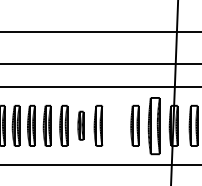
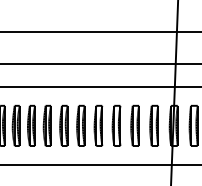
part at (80, 125) size: 8x31 px -> 10x43 px
part at (116, 125): none -> present
part at (153, 126) size: 14x59 px -> 10x43 px
